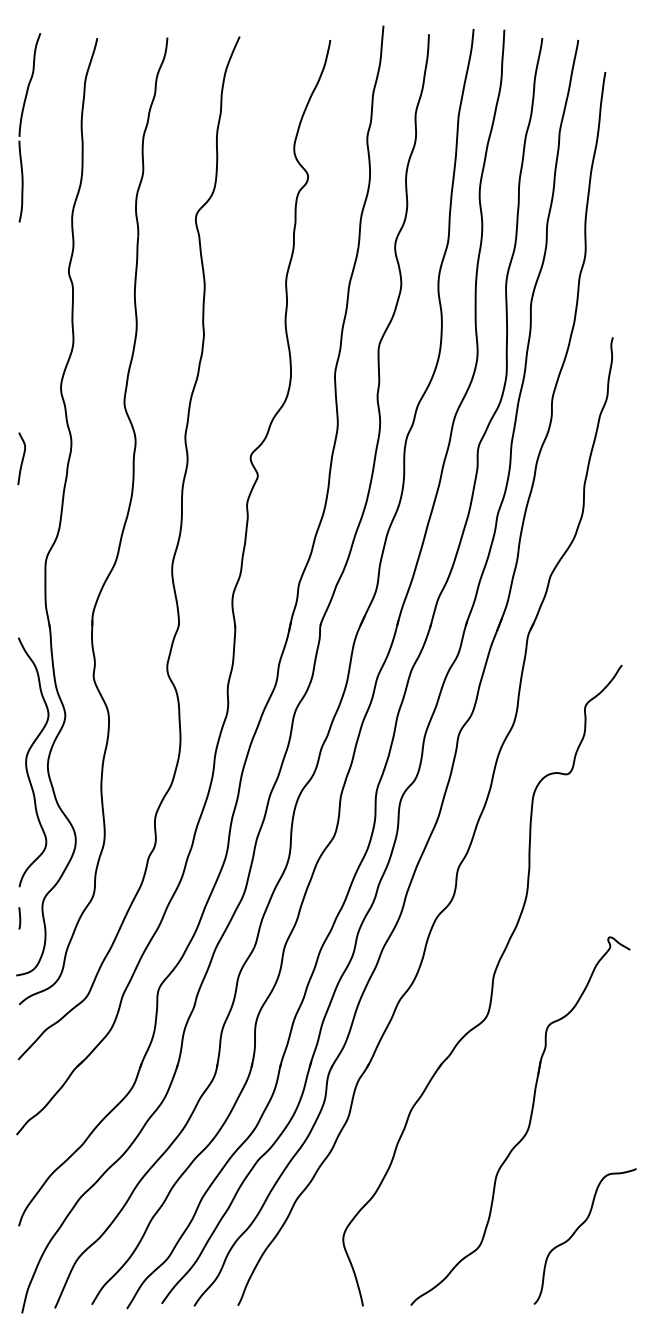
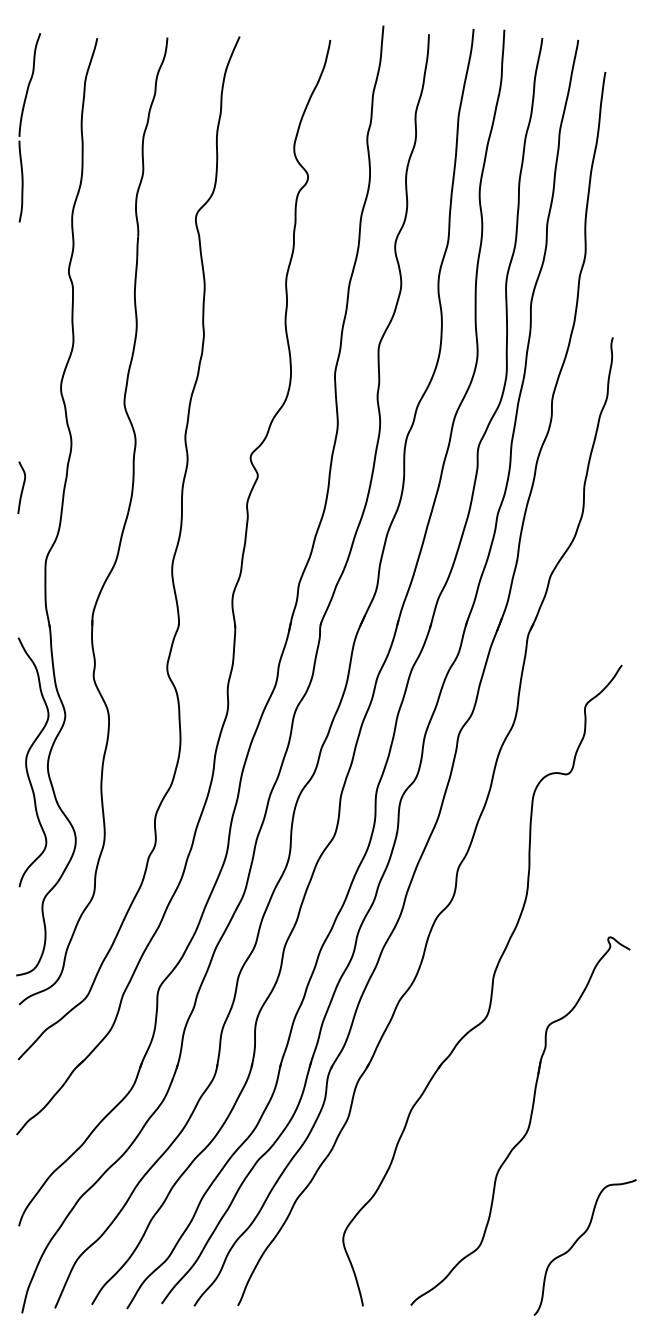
curve at (22, 458) position: (22, 458) -> (22, 487)
line at (19, 918): present -> none
curve at (578, 1229) position: (578, 1229) -> (578, 1240)
